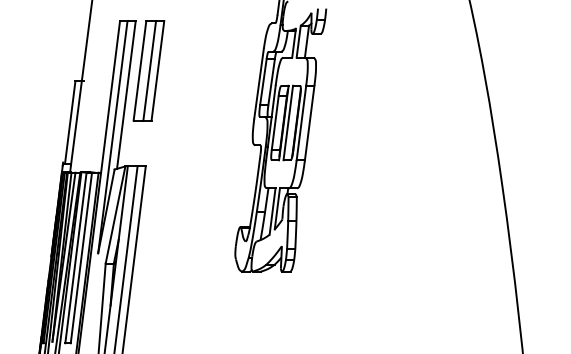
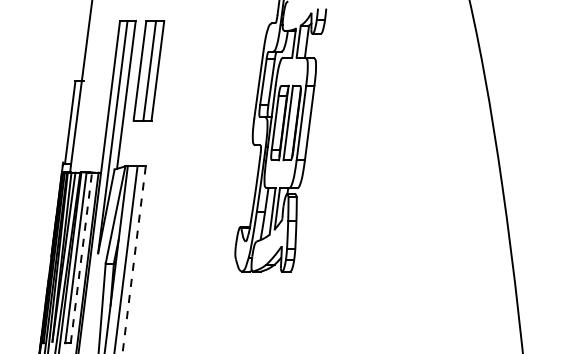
line at (81, 257): solid -> dashed
line at (134, 260): solid -> dashed
